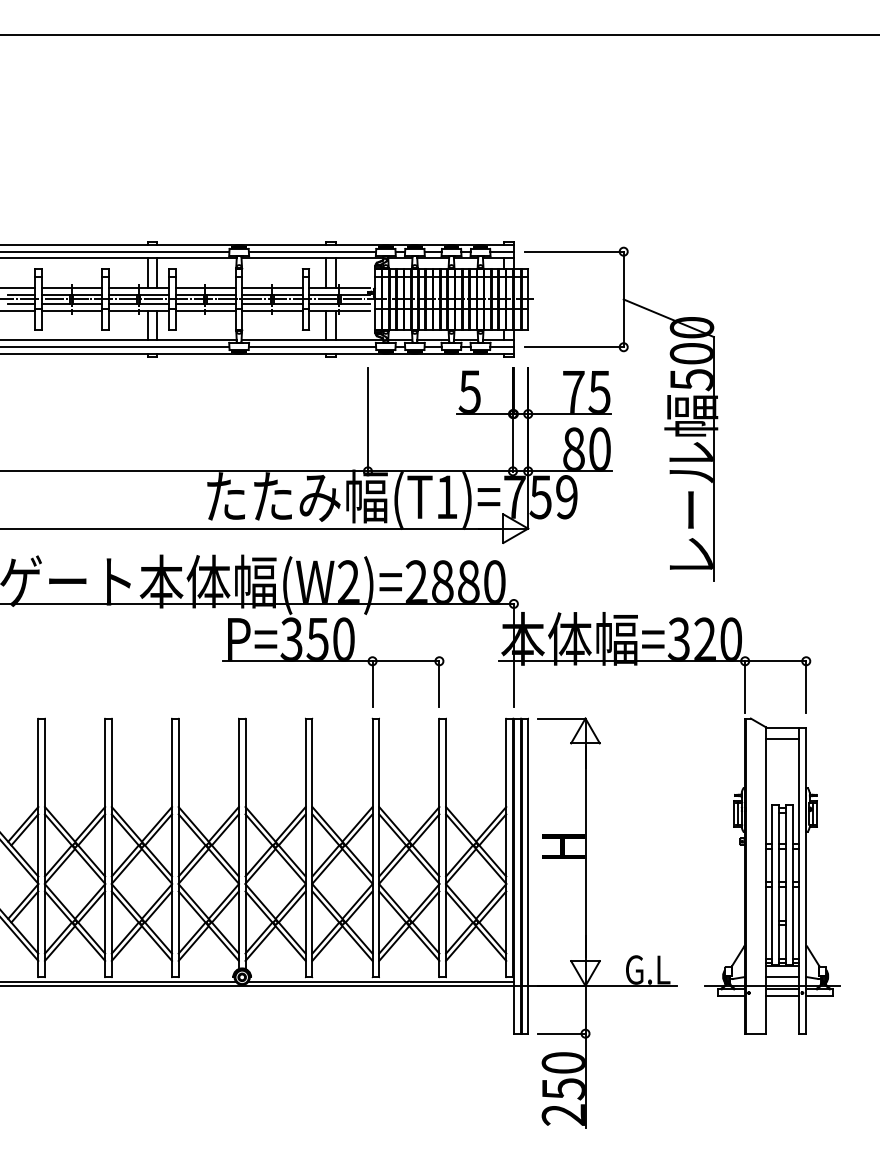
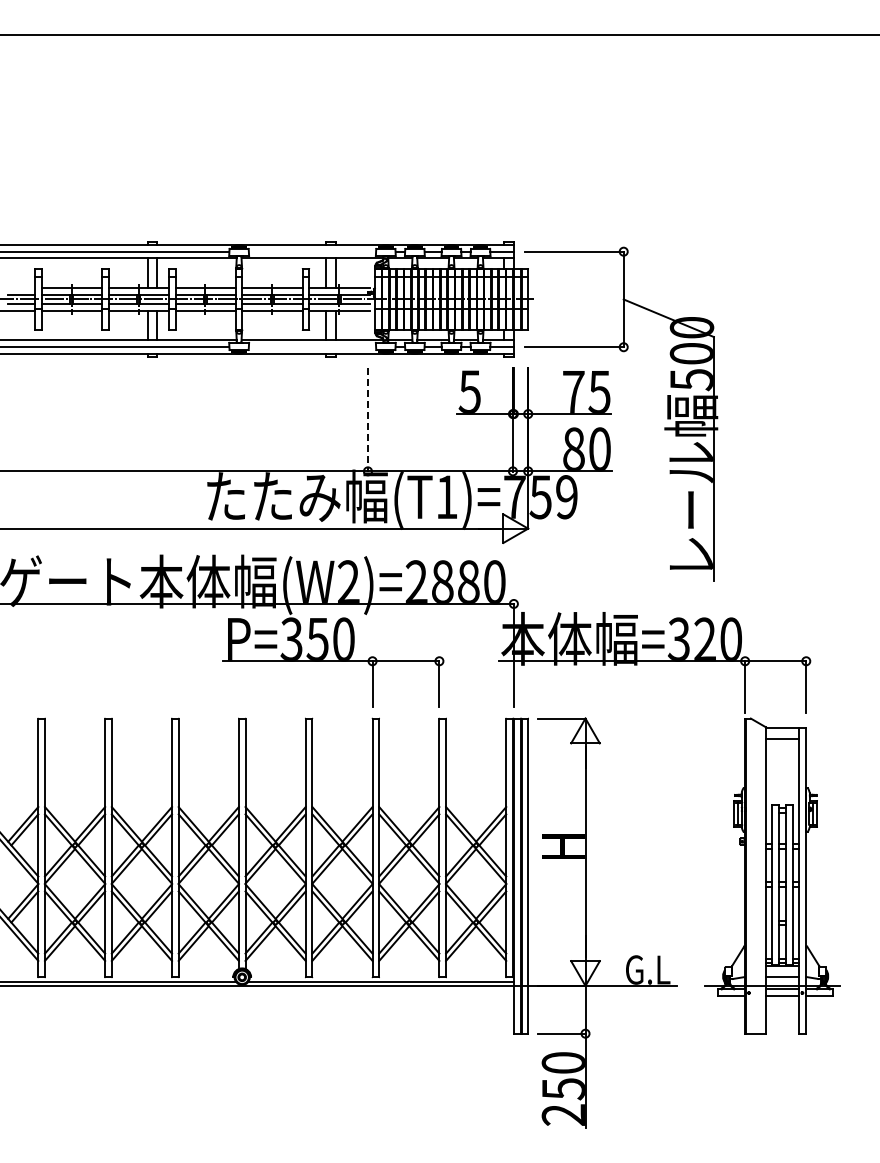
line at (312, 251): present -> none
line at (18, 287): present -> none
line at (312, 347): present -> none
line at (367, 419): solid -> dashed
